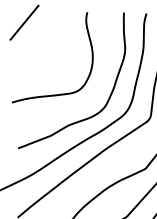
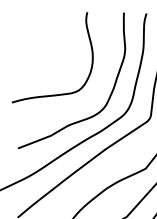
line at (24, 22): present -> none
